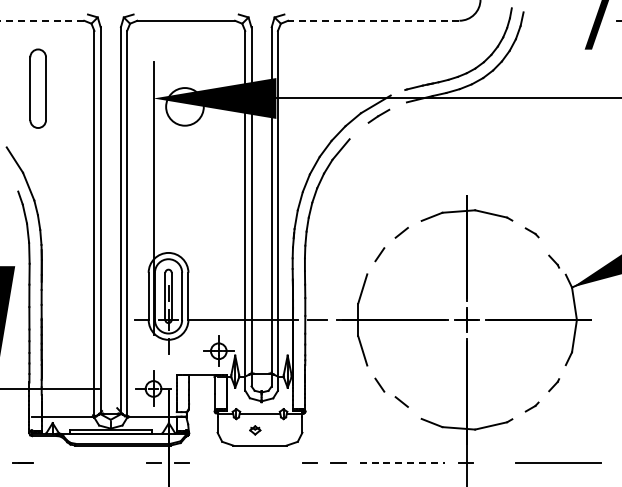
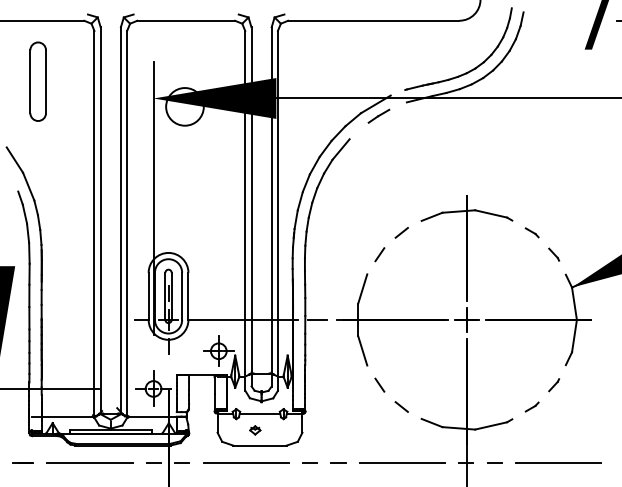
line at (42, 20): dashed -> solid
line at (373, 20): dashed -> solid
part at (37, 88) position: (37, 88) -> (37, 81)
line at (553, 261) position: (553, 261) -> (553, 254)
line at (401, 401) position: (401, 401) -> (401, 406)
line at (89, 462): none -> present
line at (494, 462): none -> present
line at (245, 463): none -> present
line at (402, 463): dashed -> solid
